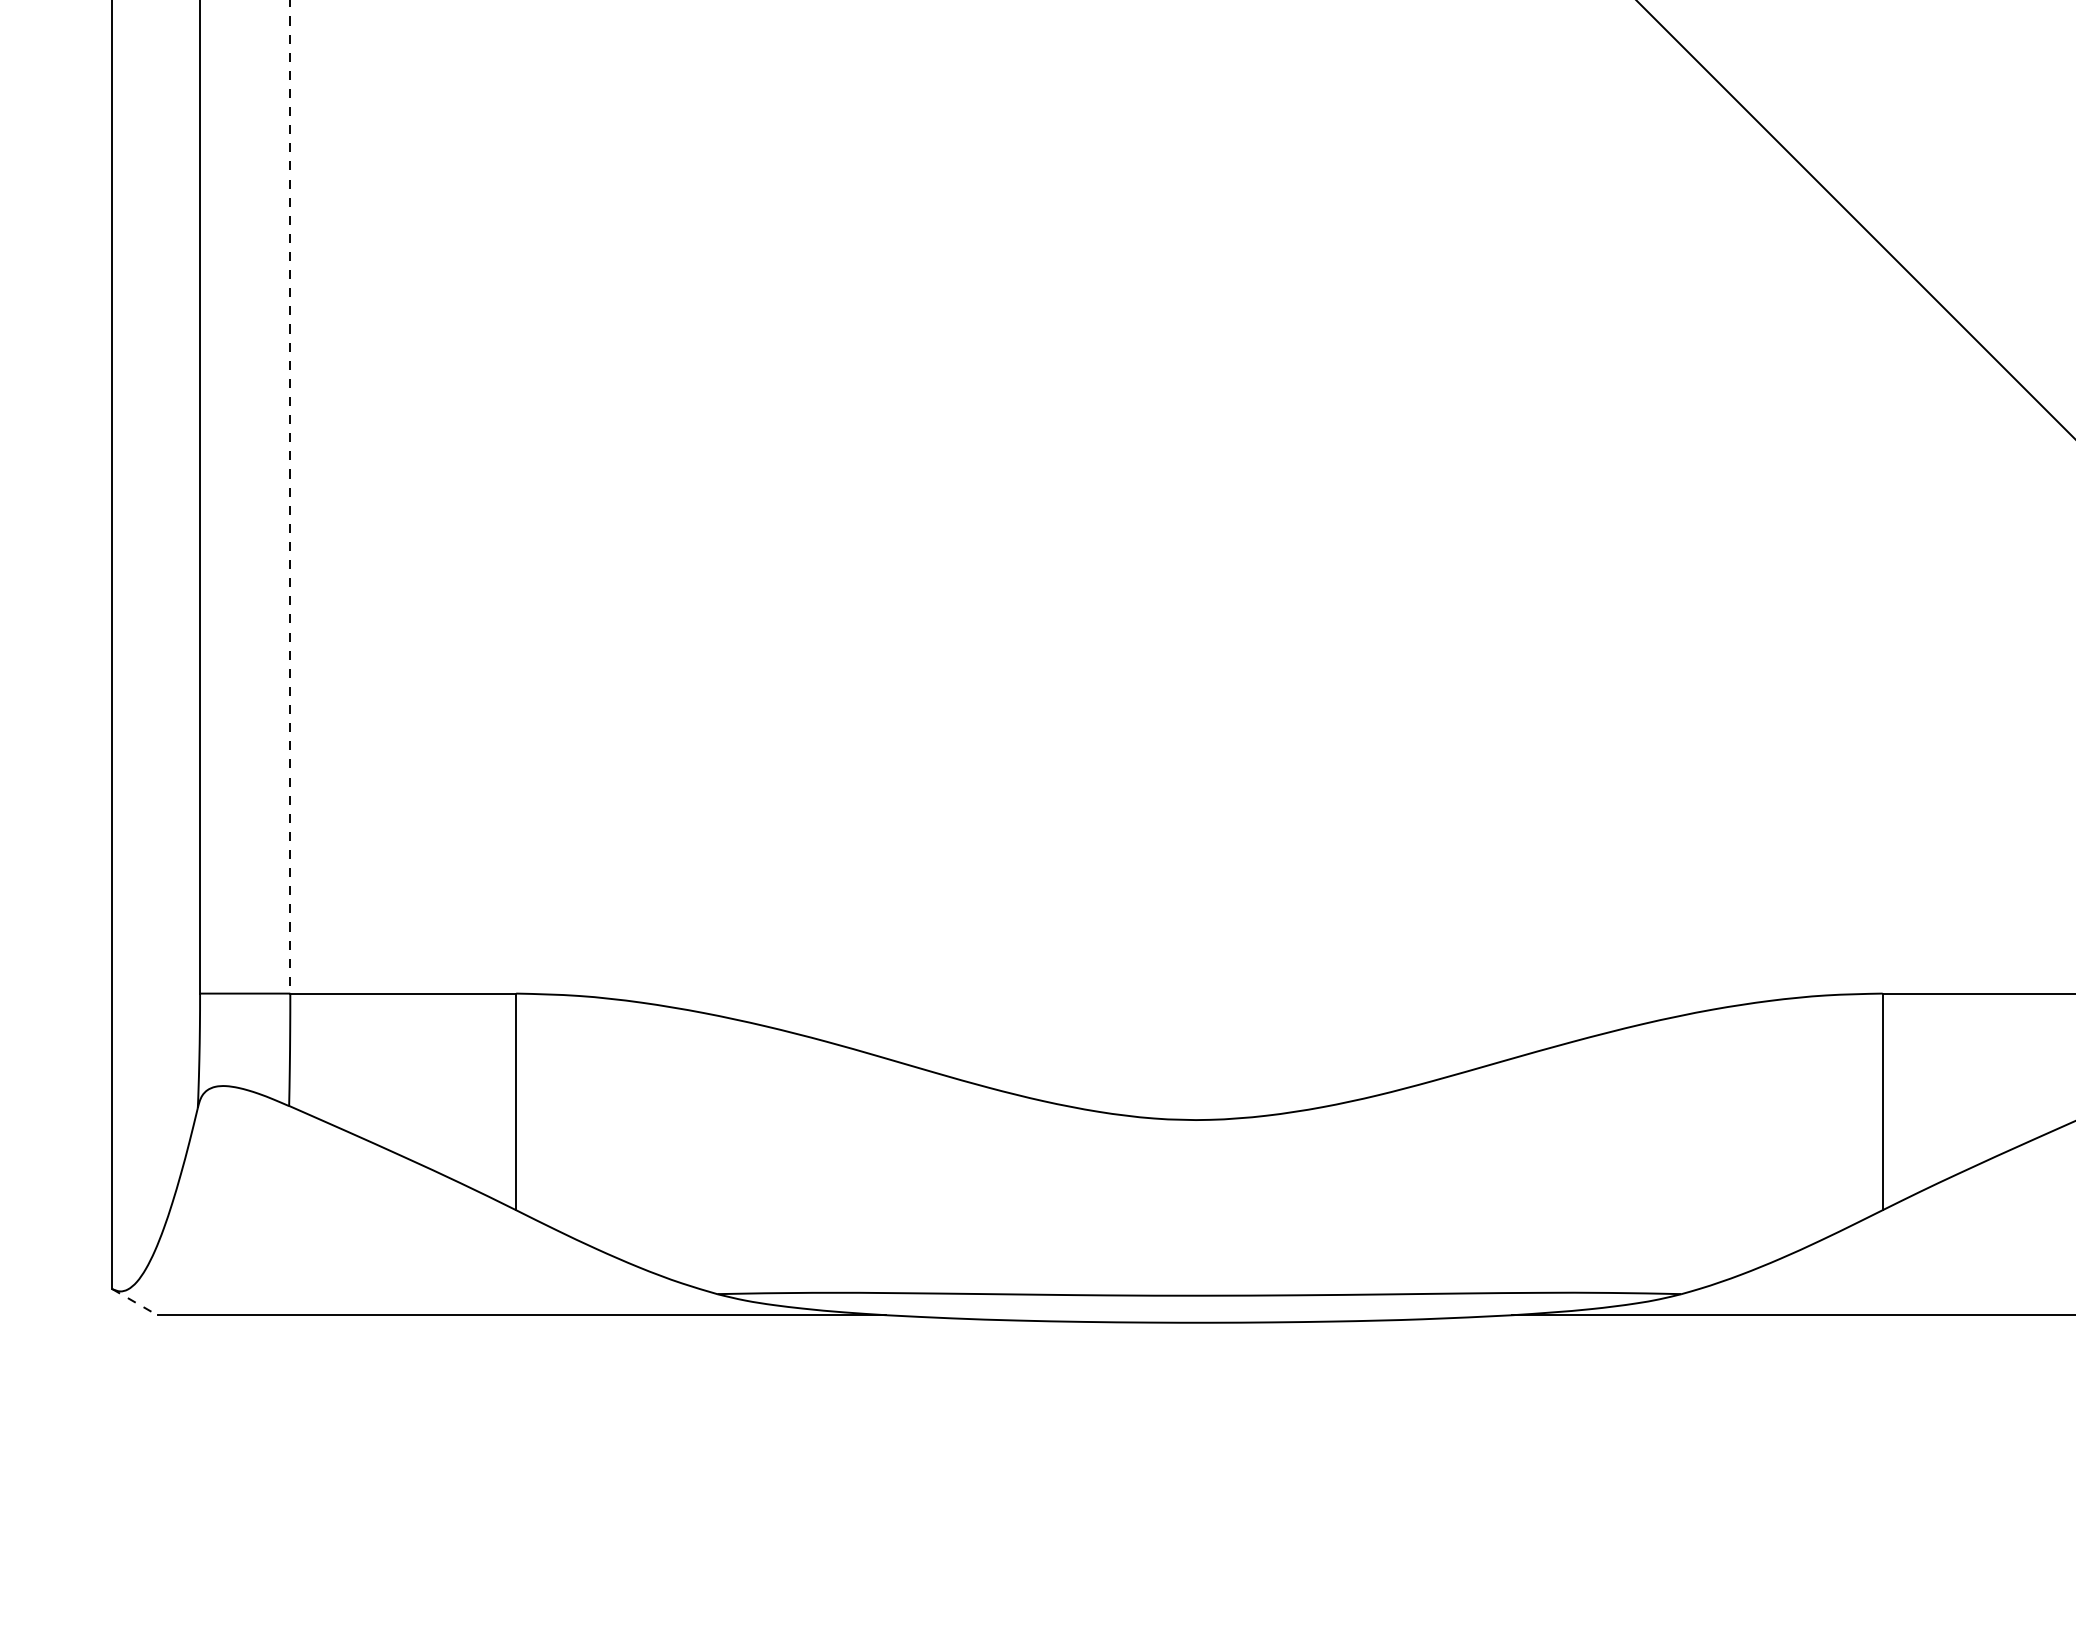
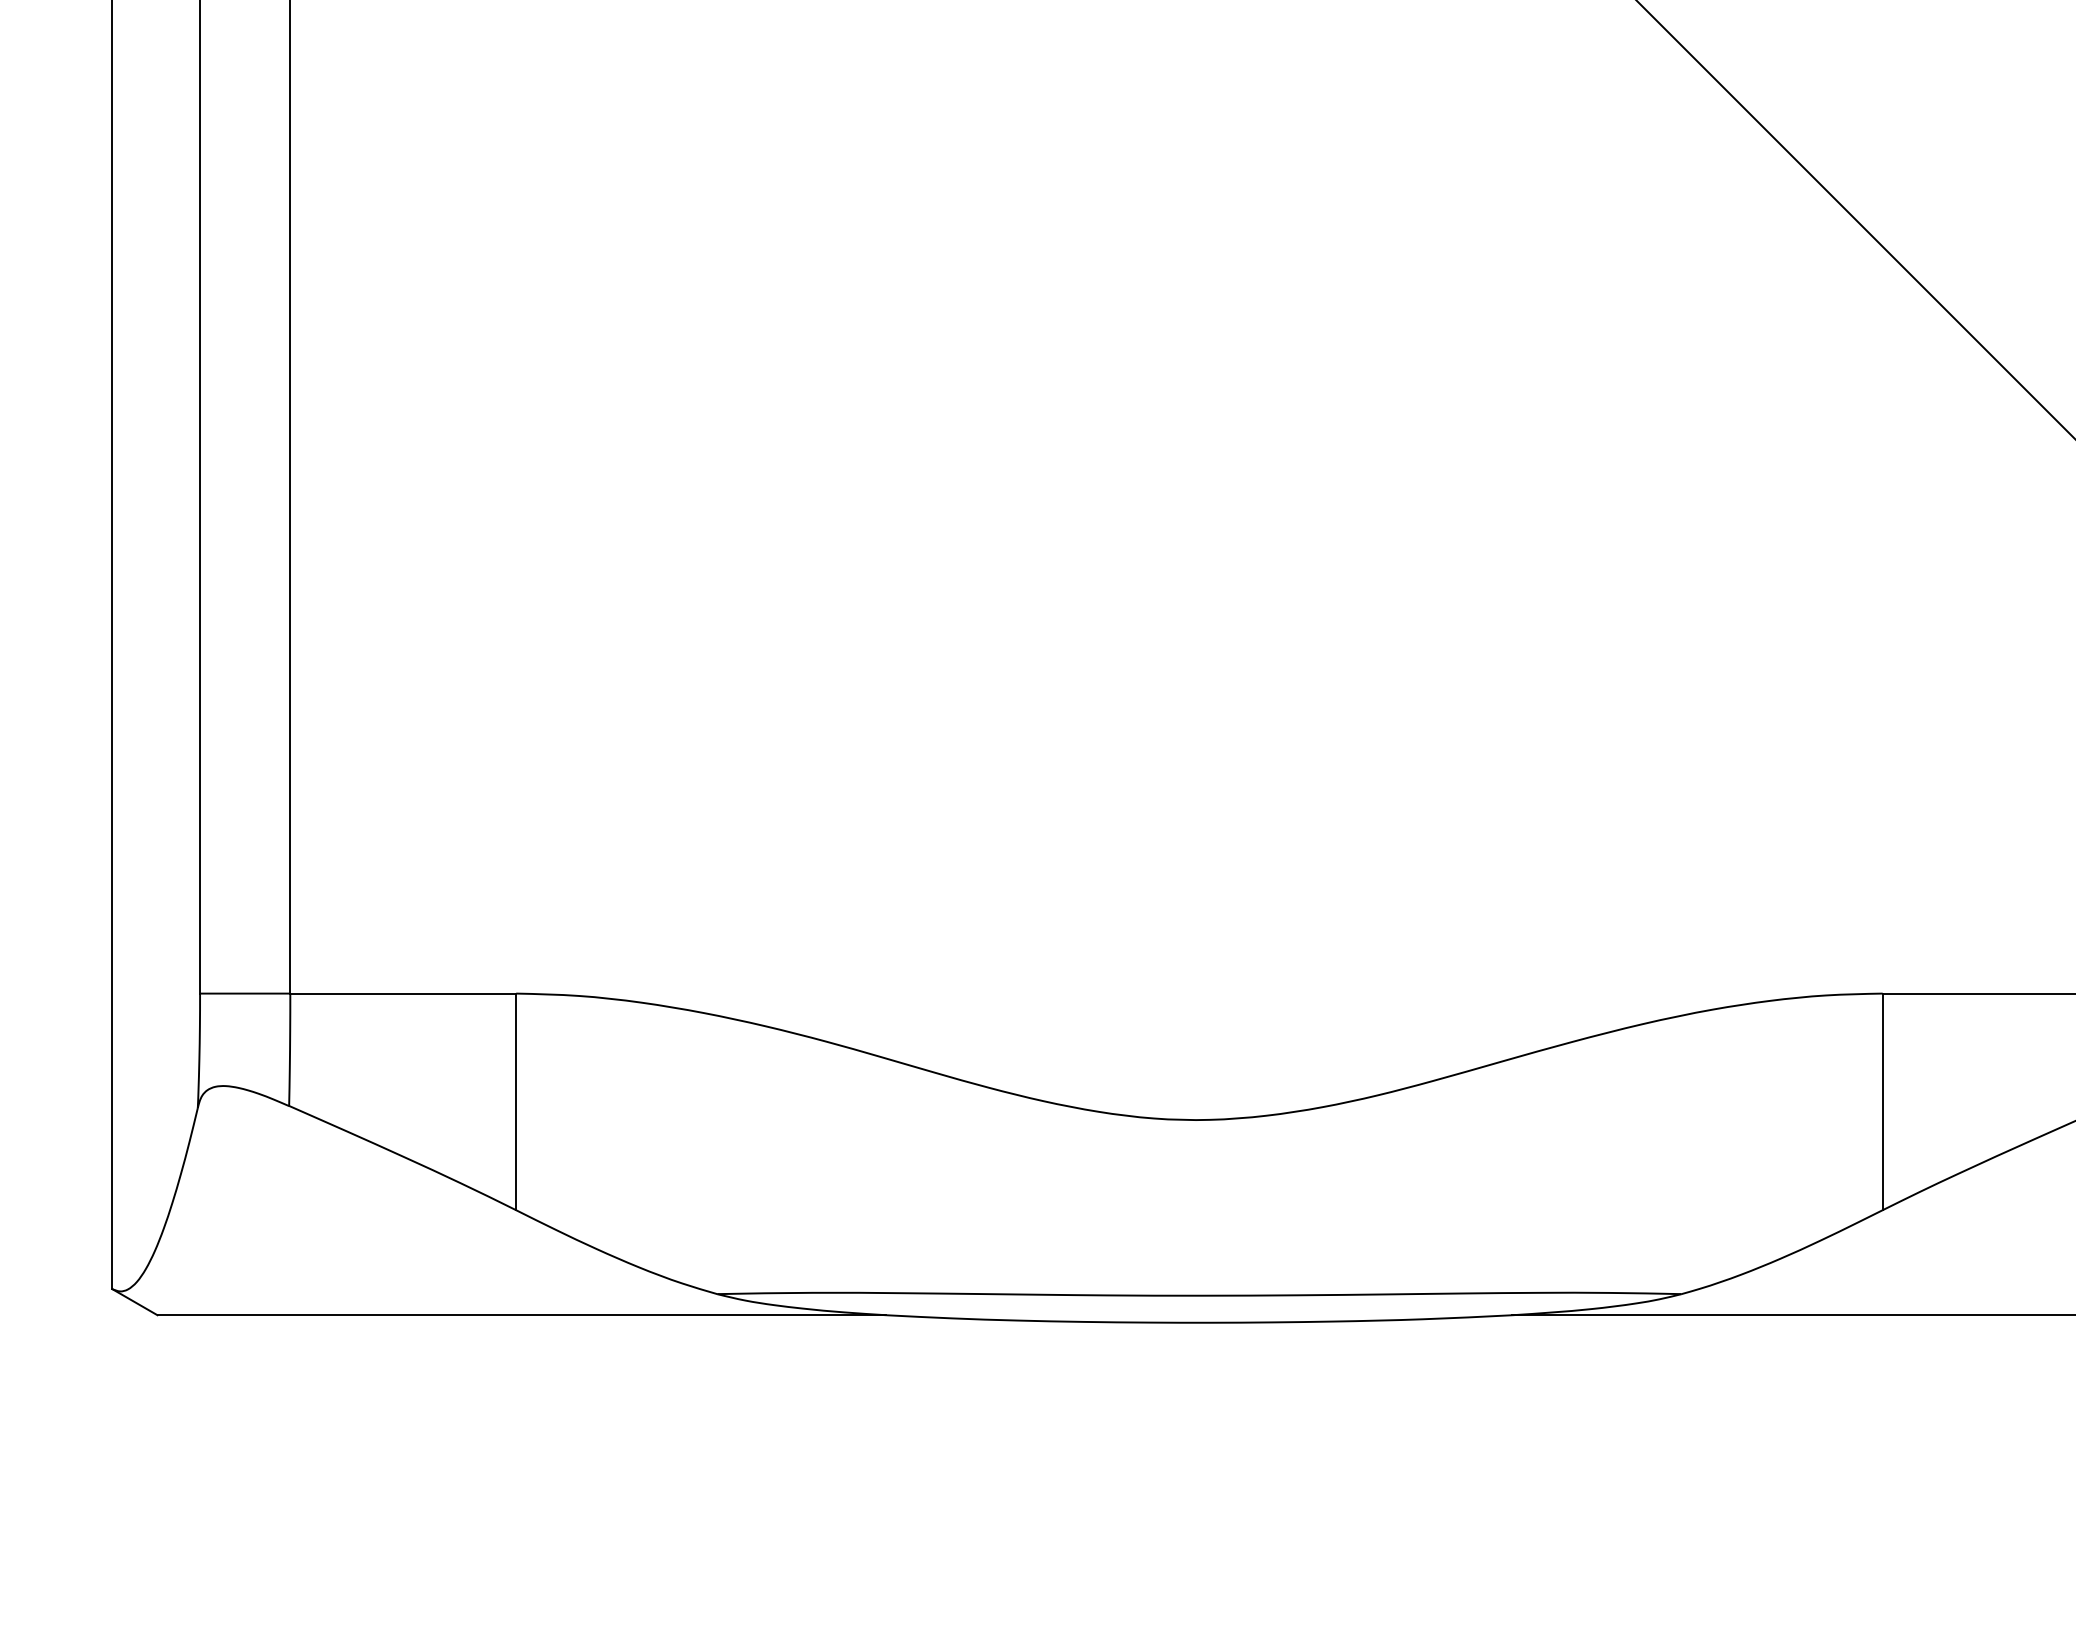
line at (290, 496): dashed -> solid
line at (135, 1302): dashed -> solid
